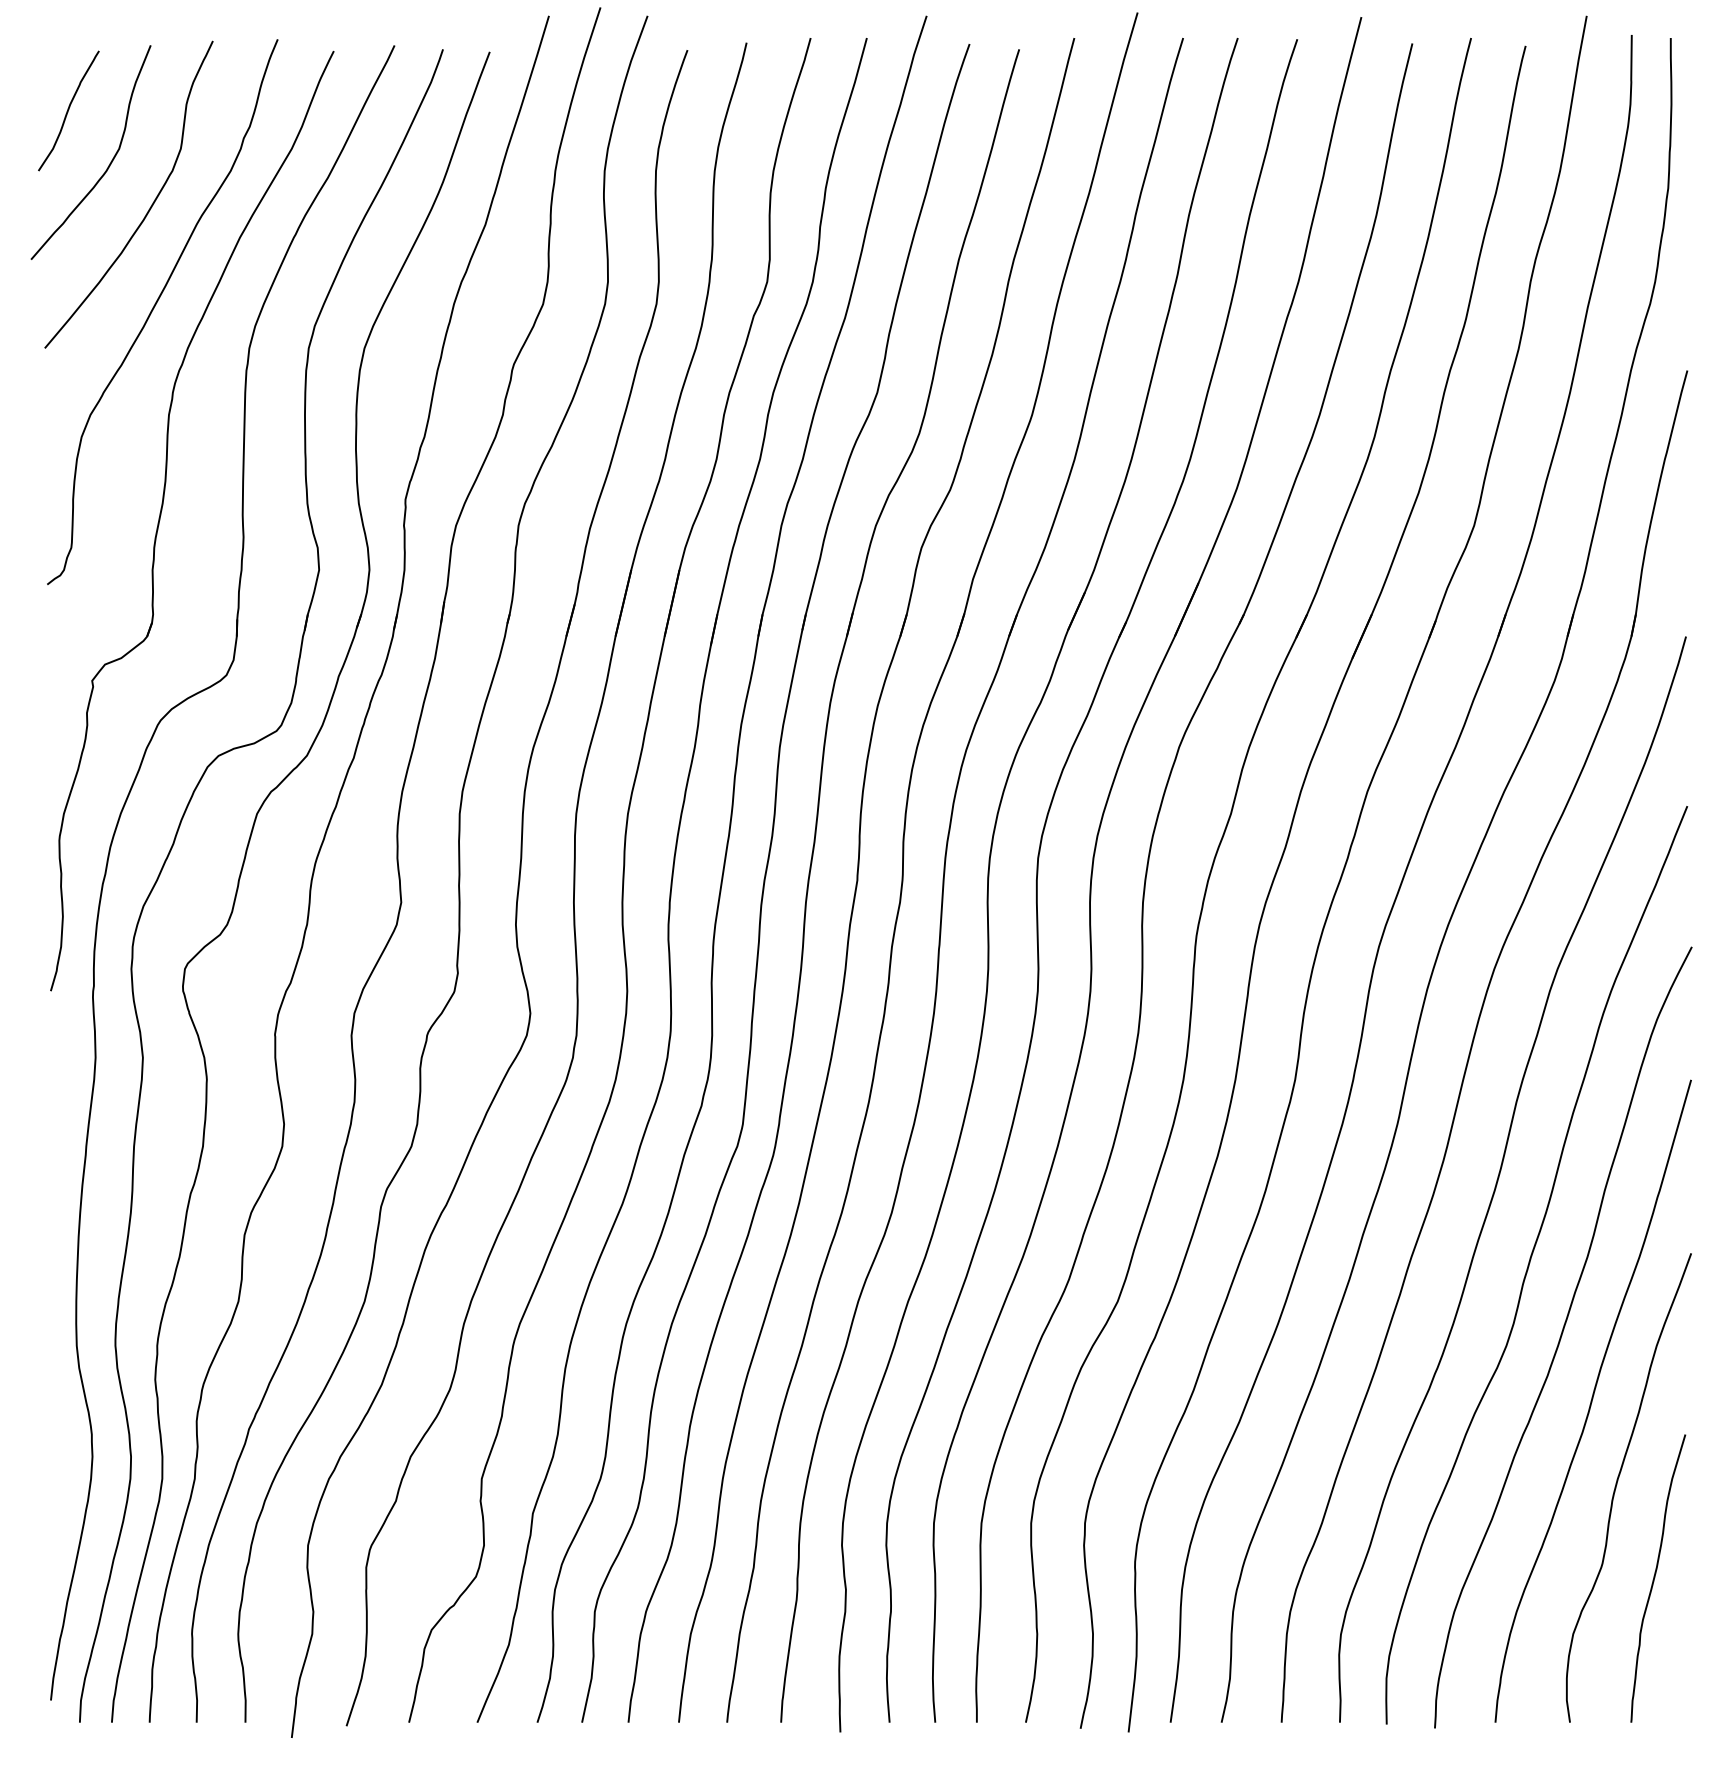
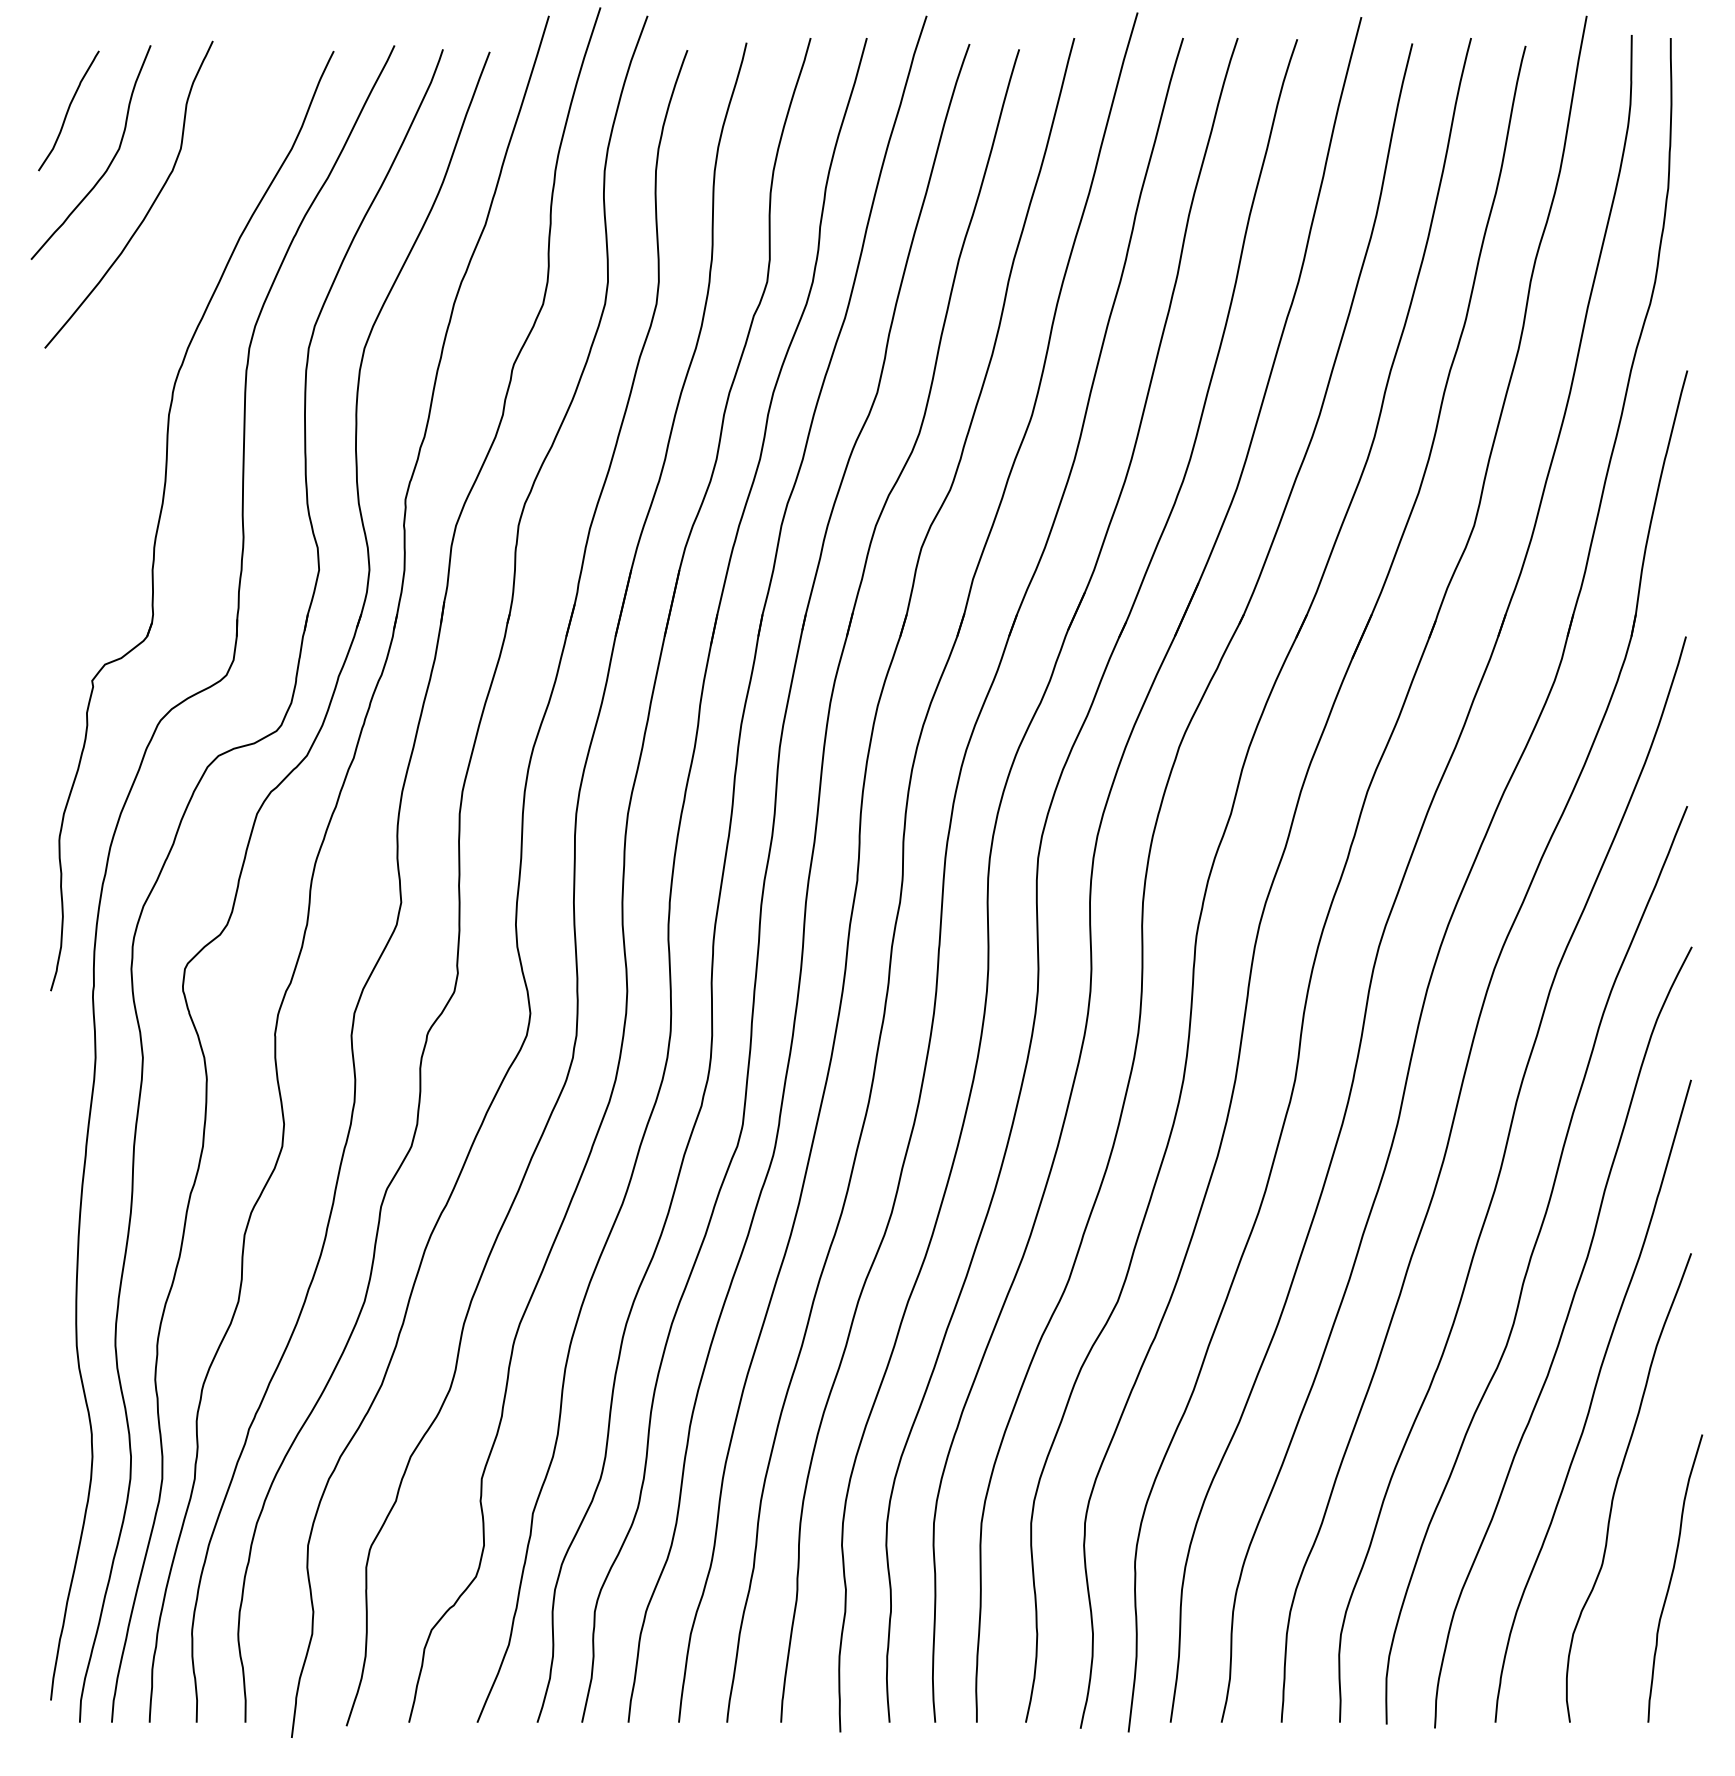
curve at (154, 308): present -> none
curve at (1655, 1577) position: (1655, 1577) -> (1672, 1577)
